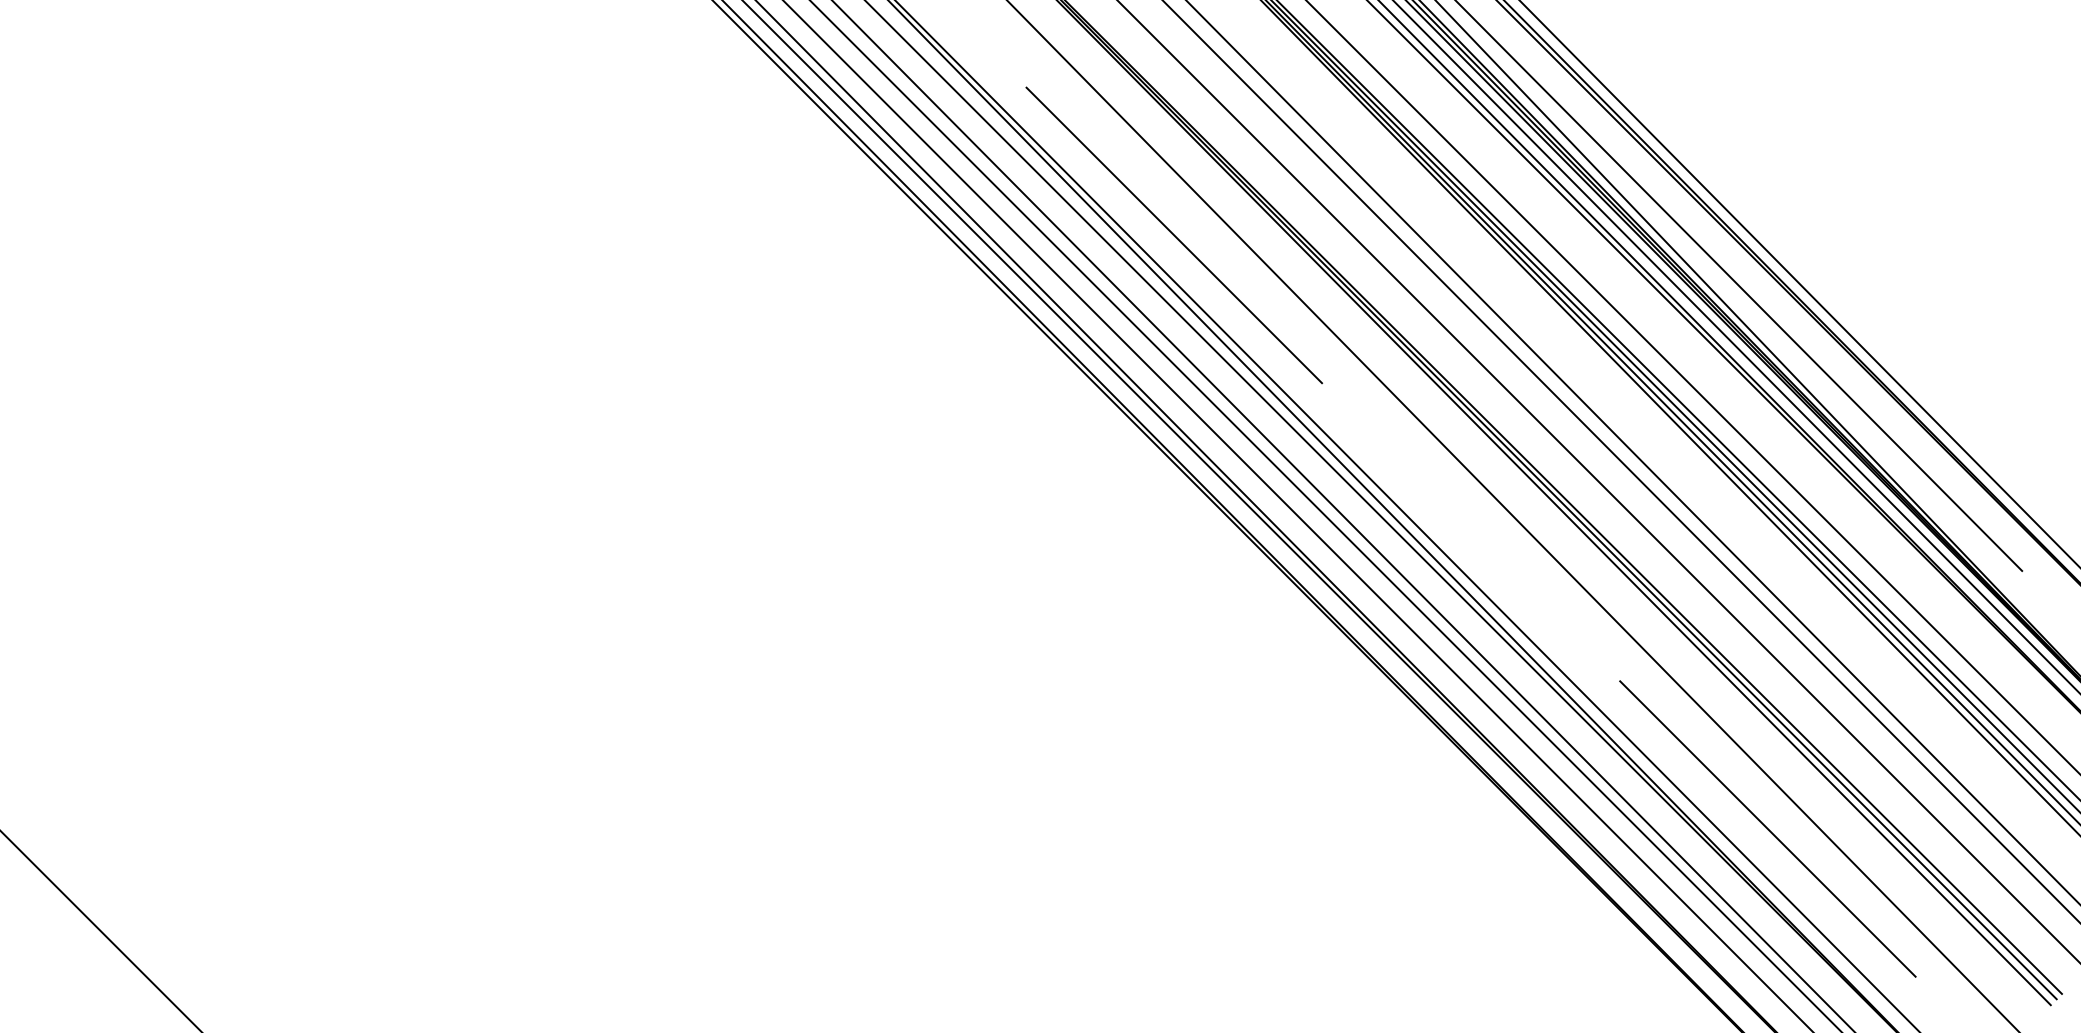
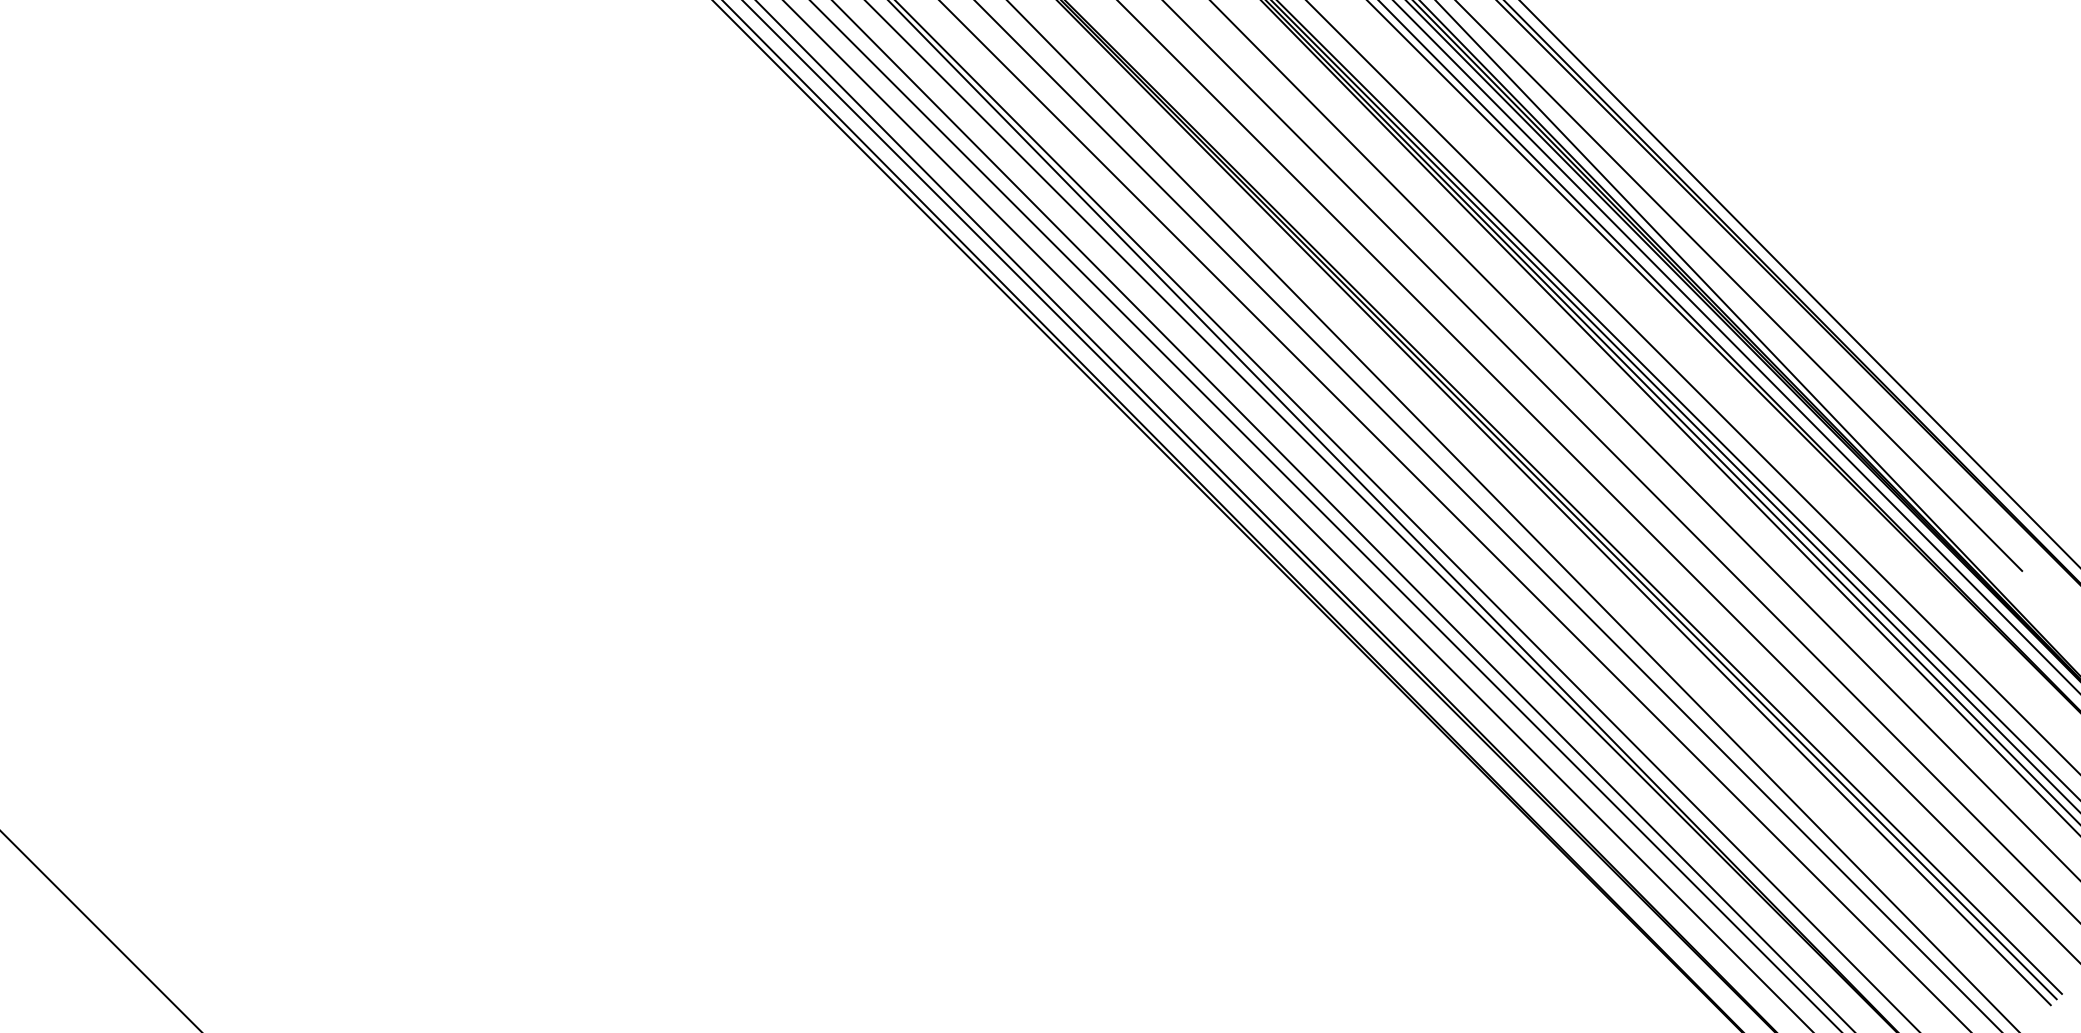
line at (1632, 452) position: (1632, 452) -> (1644, 439)
line at (1487, 515): none -> present
line at (1455, 516): dashed -> solid
